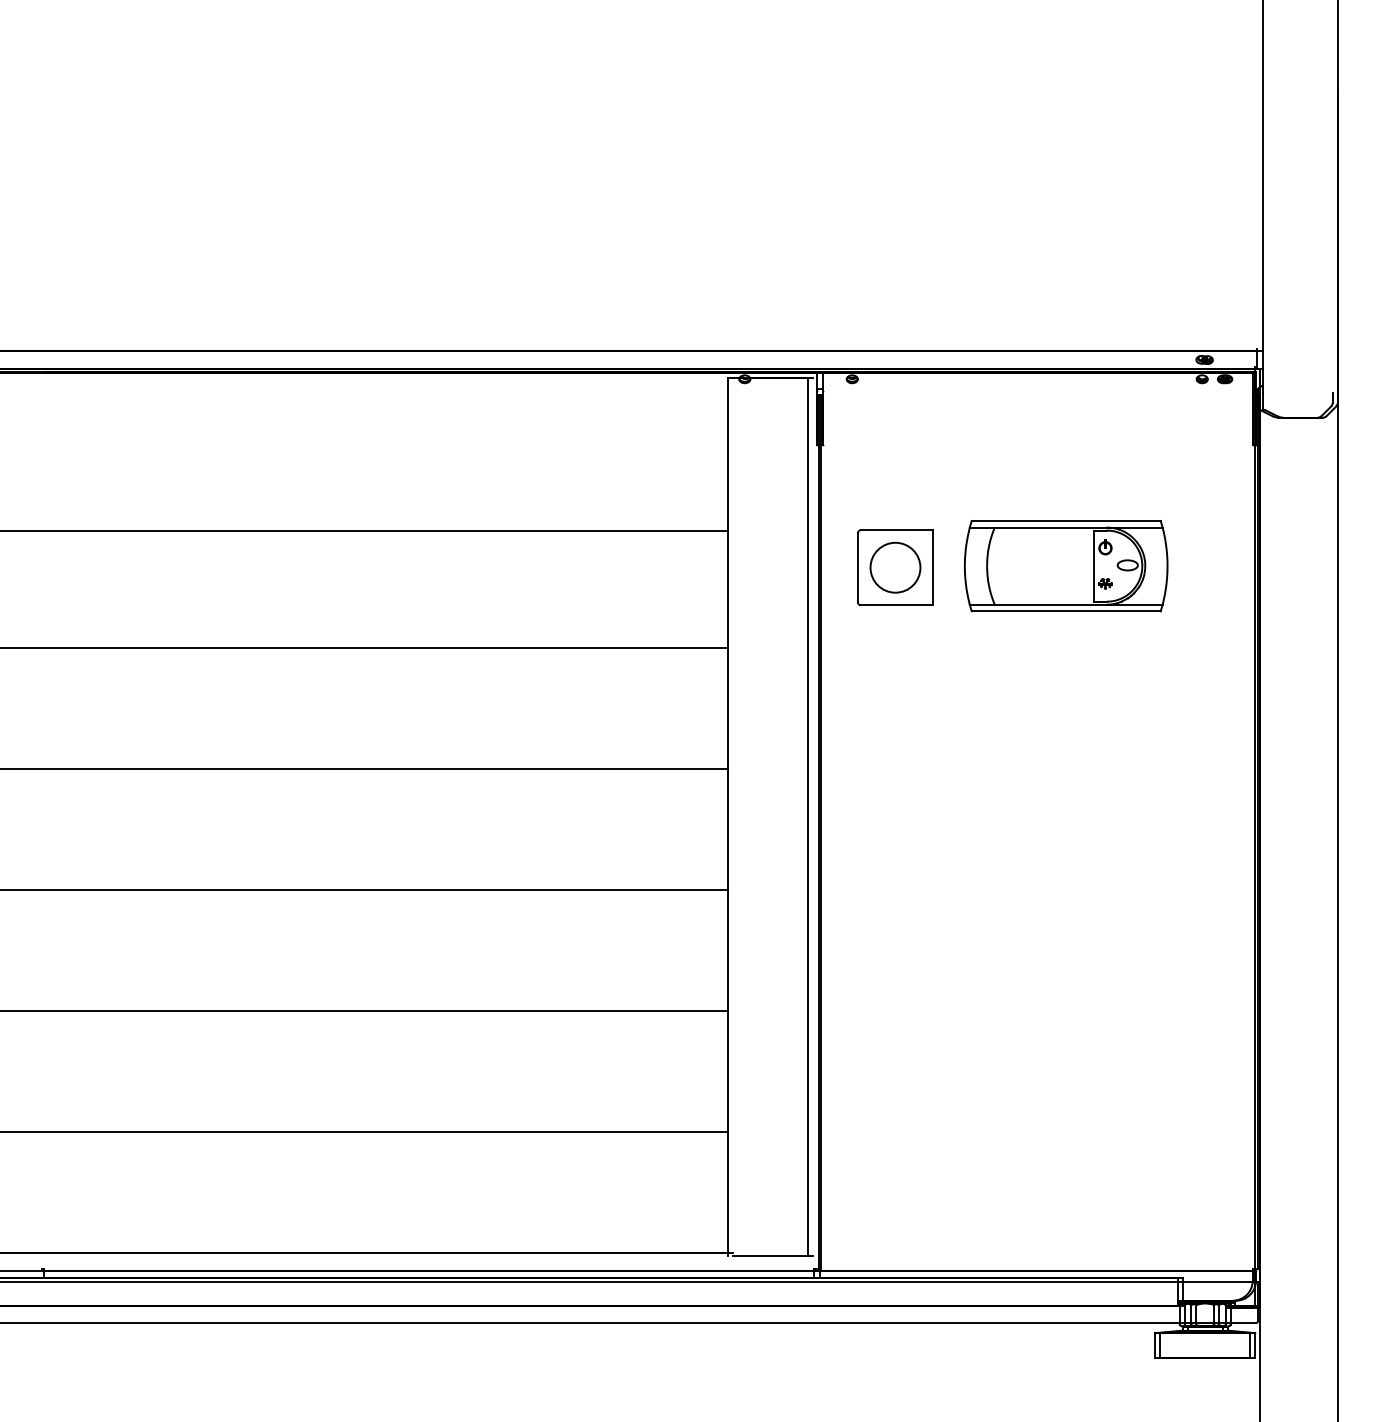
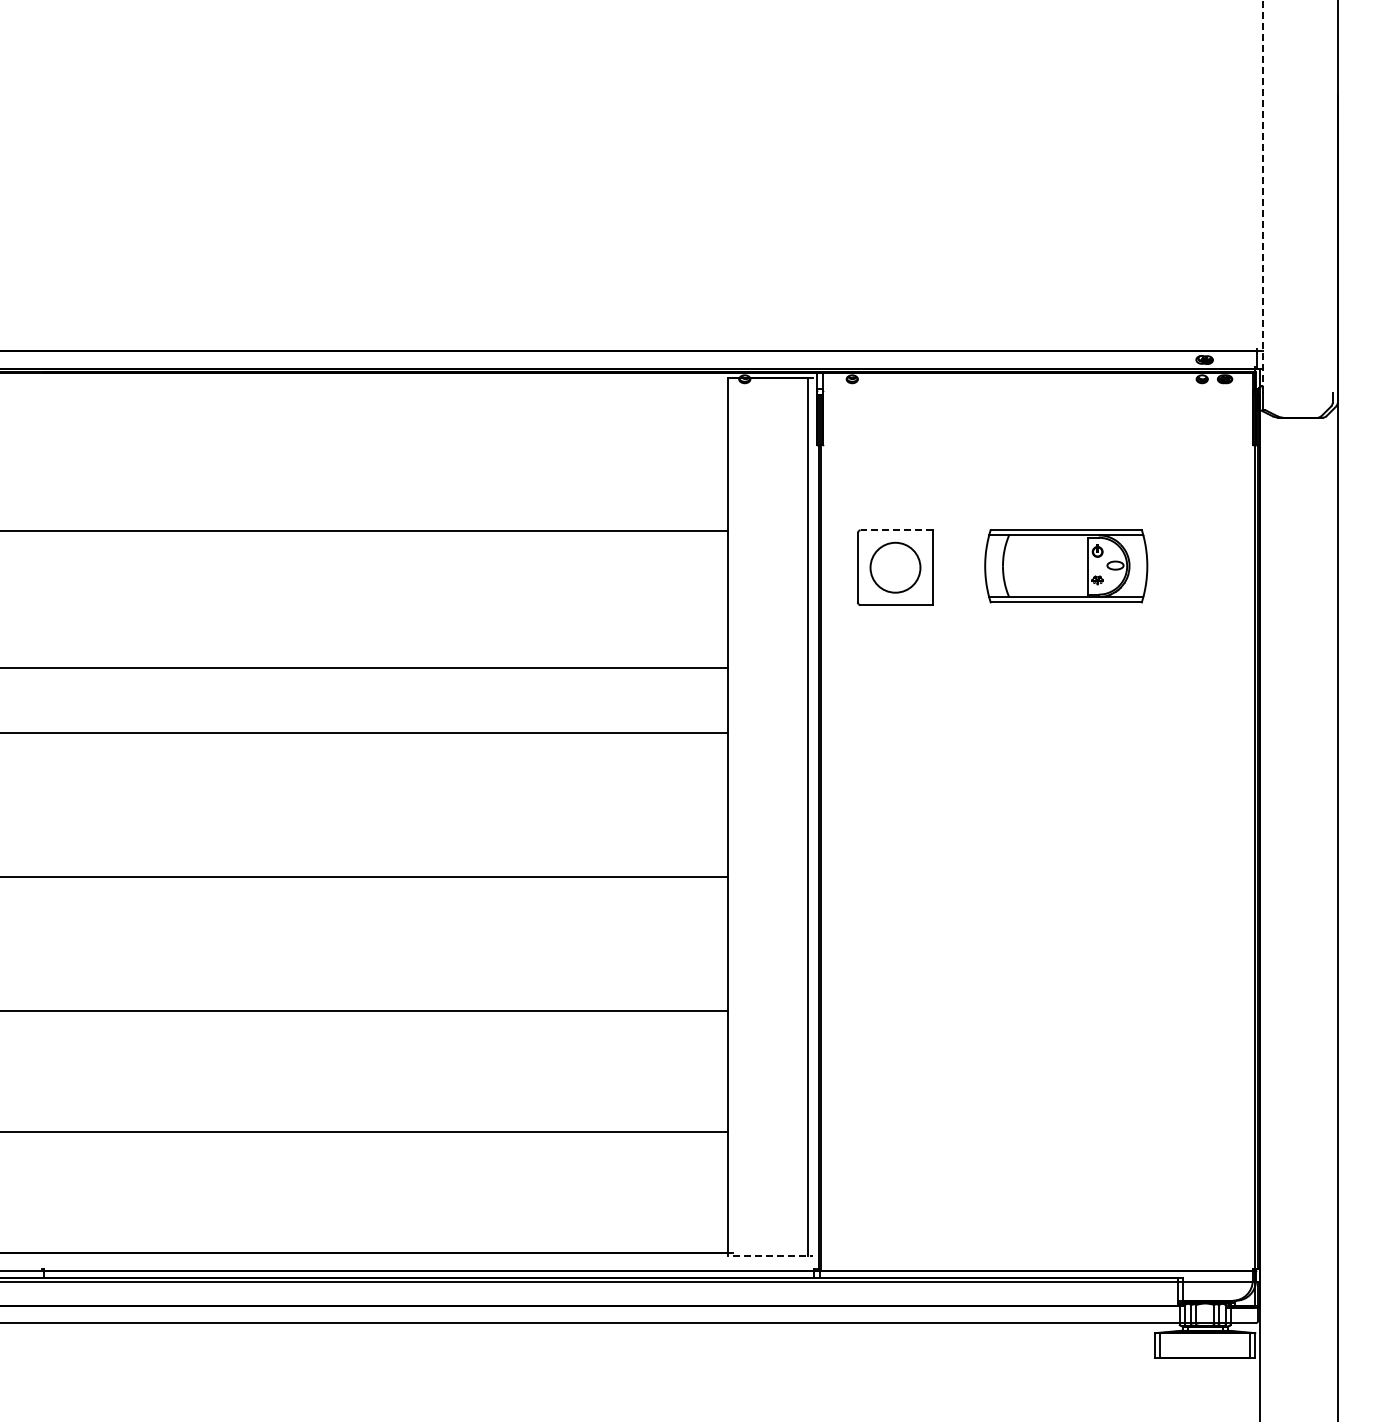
line at (1262, 196): solid -> dashed
line at (896, 530): solid -> dashed
part at (1066, 566) size: 205x93 px -> 165x75 px
line at (364, 647) position: (364, 647) -> (364, 667)
line at (364, 768) position: (364, 768) -> (364, 732)
line at (364, 889) position: (364, 889) -> (364, 876)
line at (773, 1256): solid -> dashed
